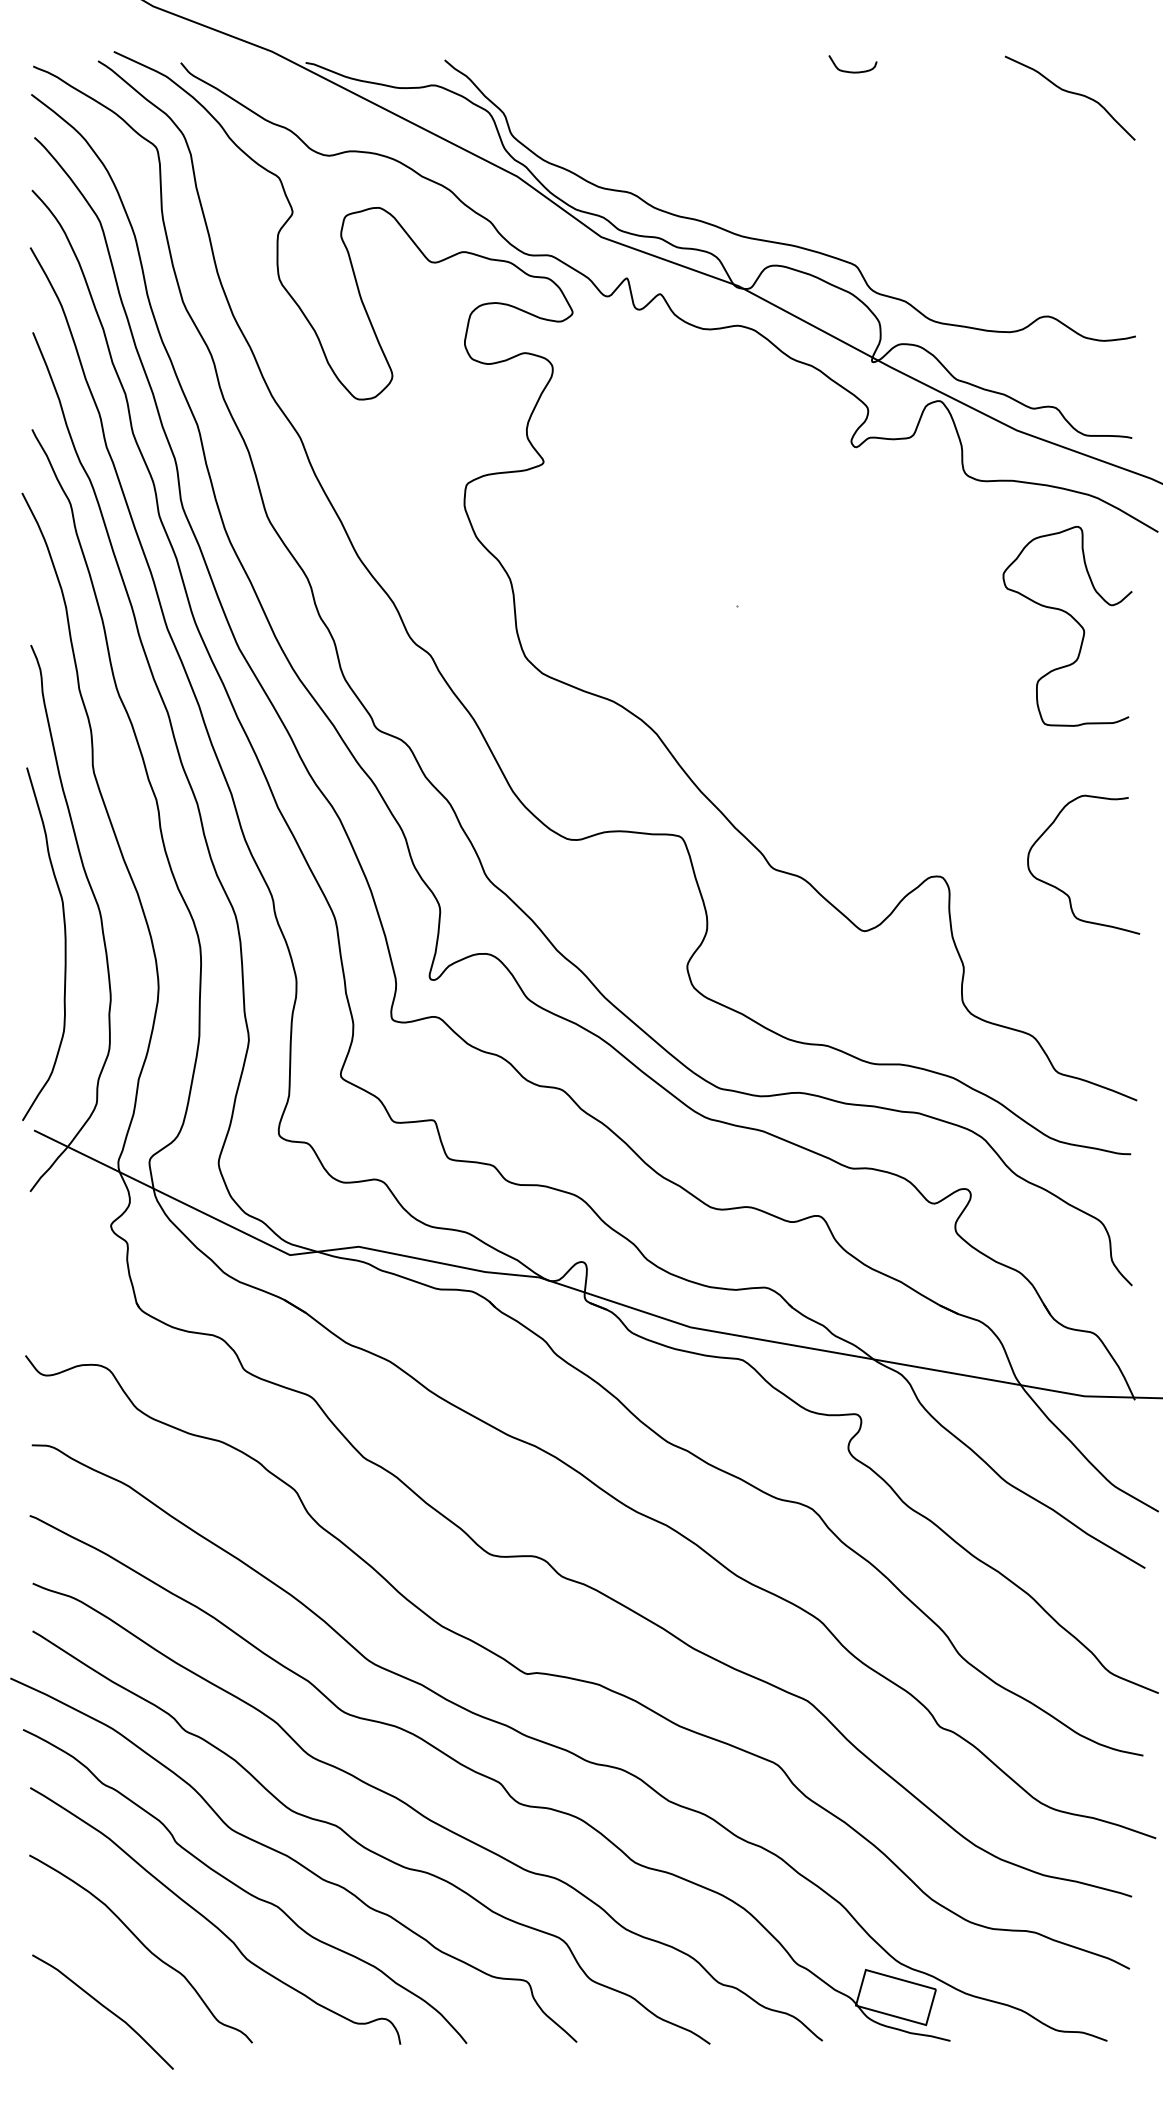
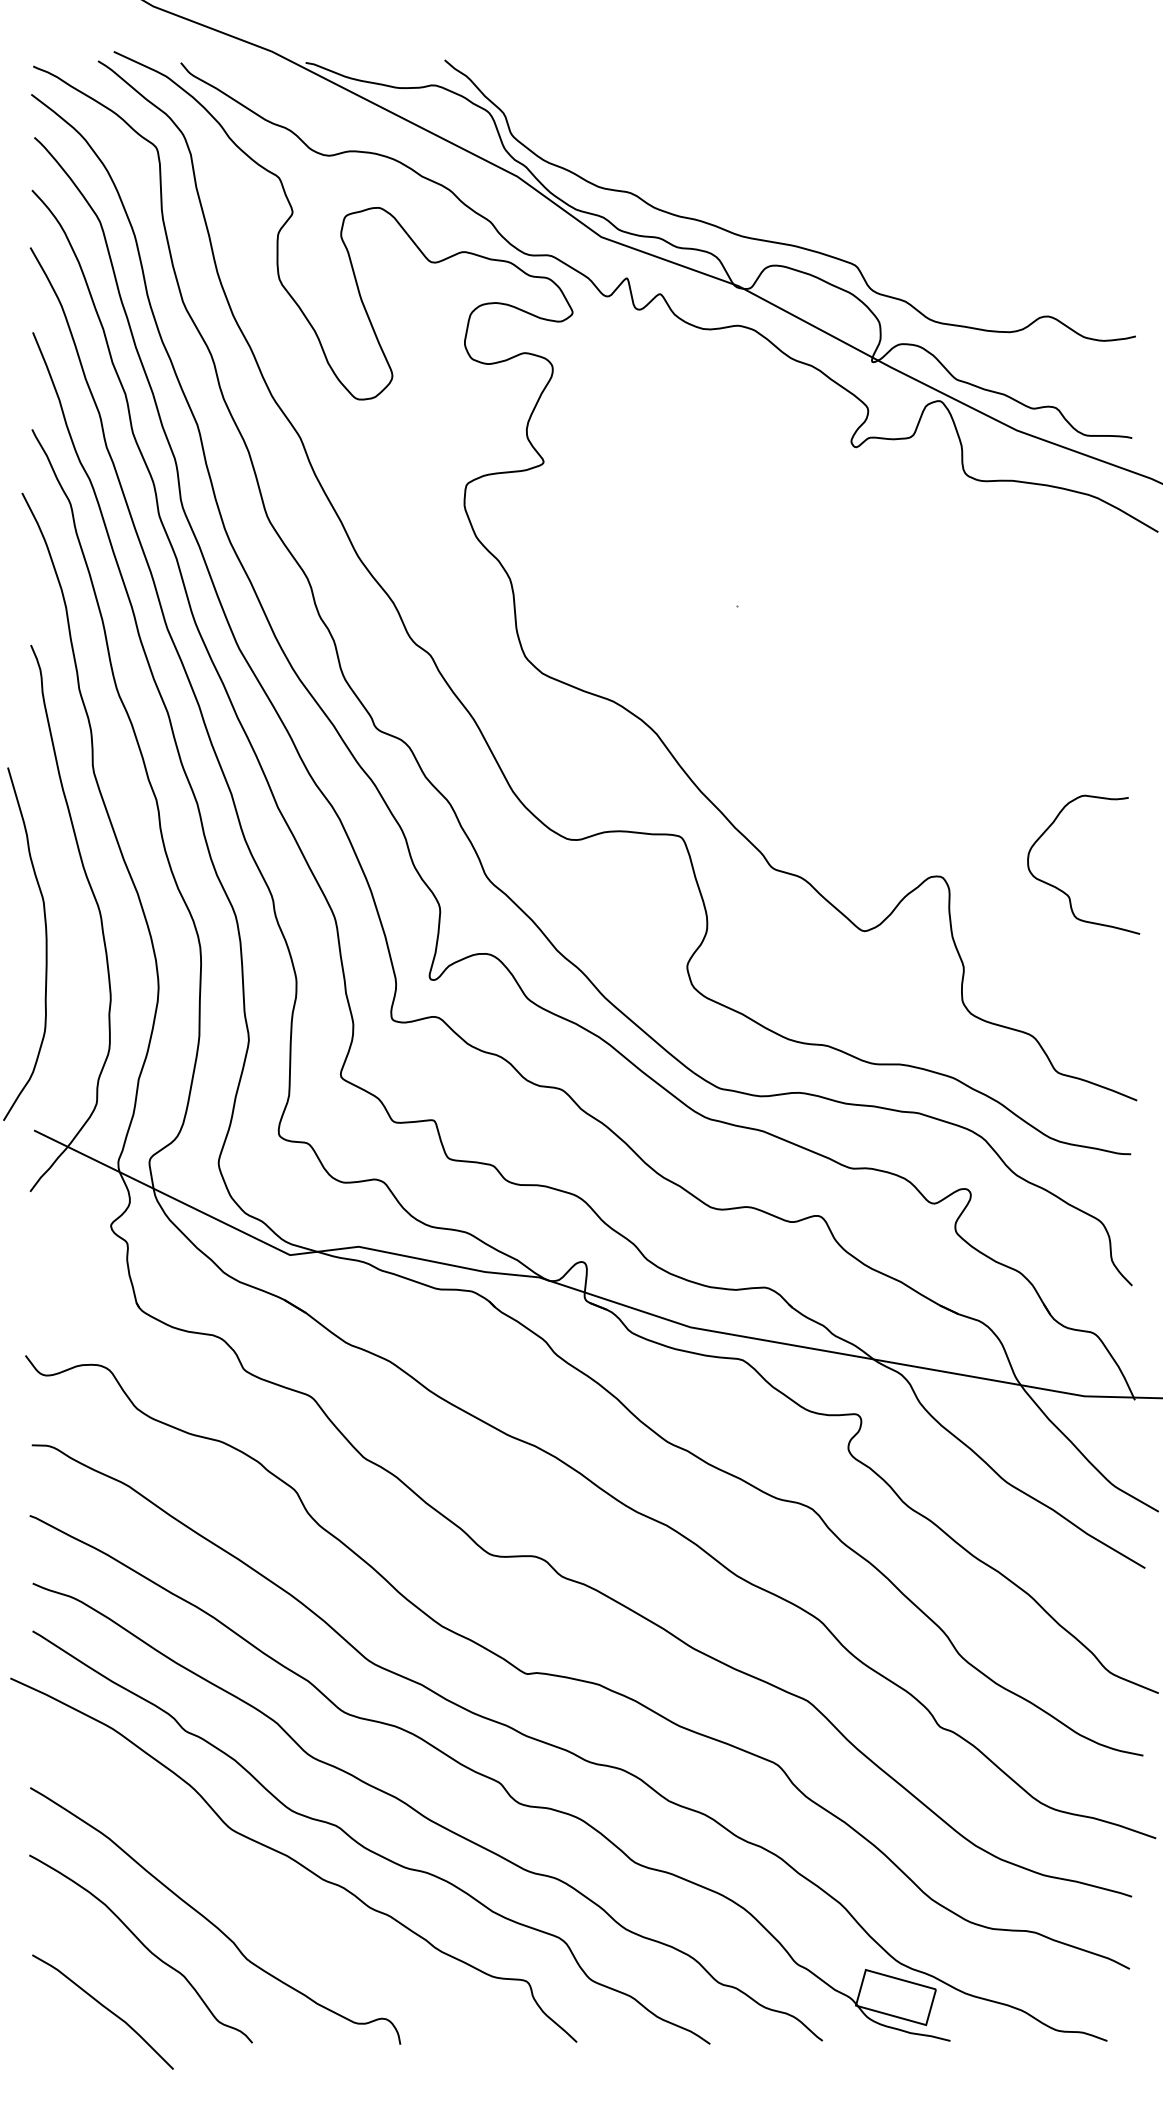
curve at (852, 71): present -> none
curve at (1070, 93): present -> none
curve at (1073, 619): present -> none
curve at (64, 943) position: (64, 943) -> (45, 943)
curve at (242, 1888): present -> none
